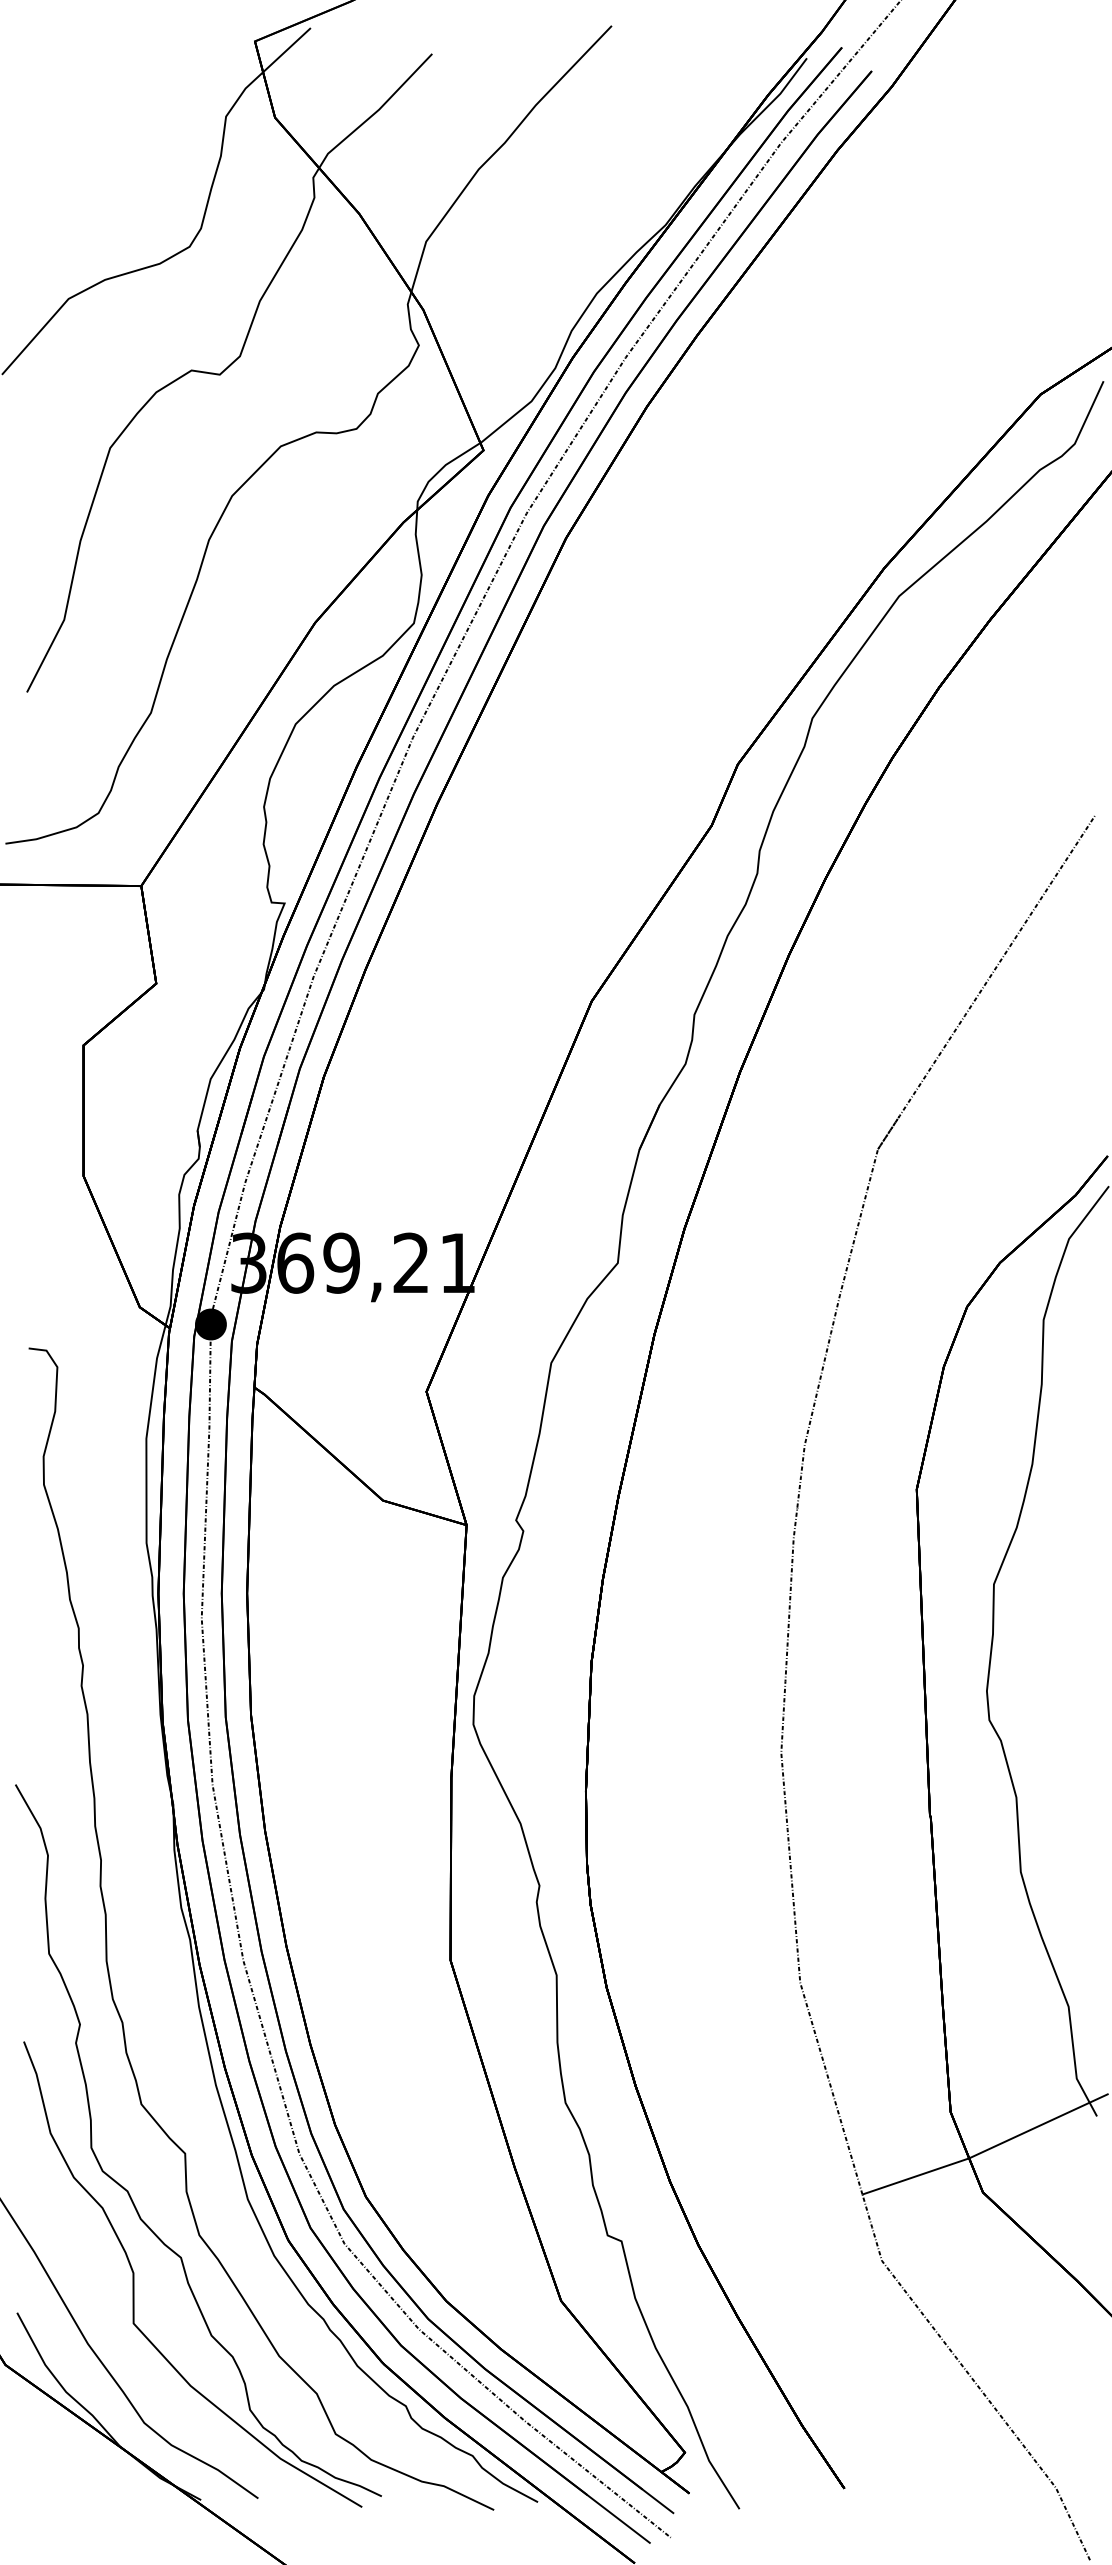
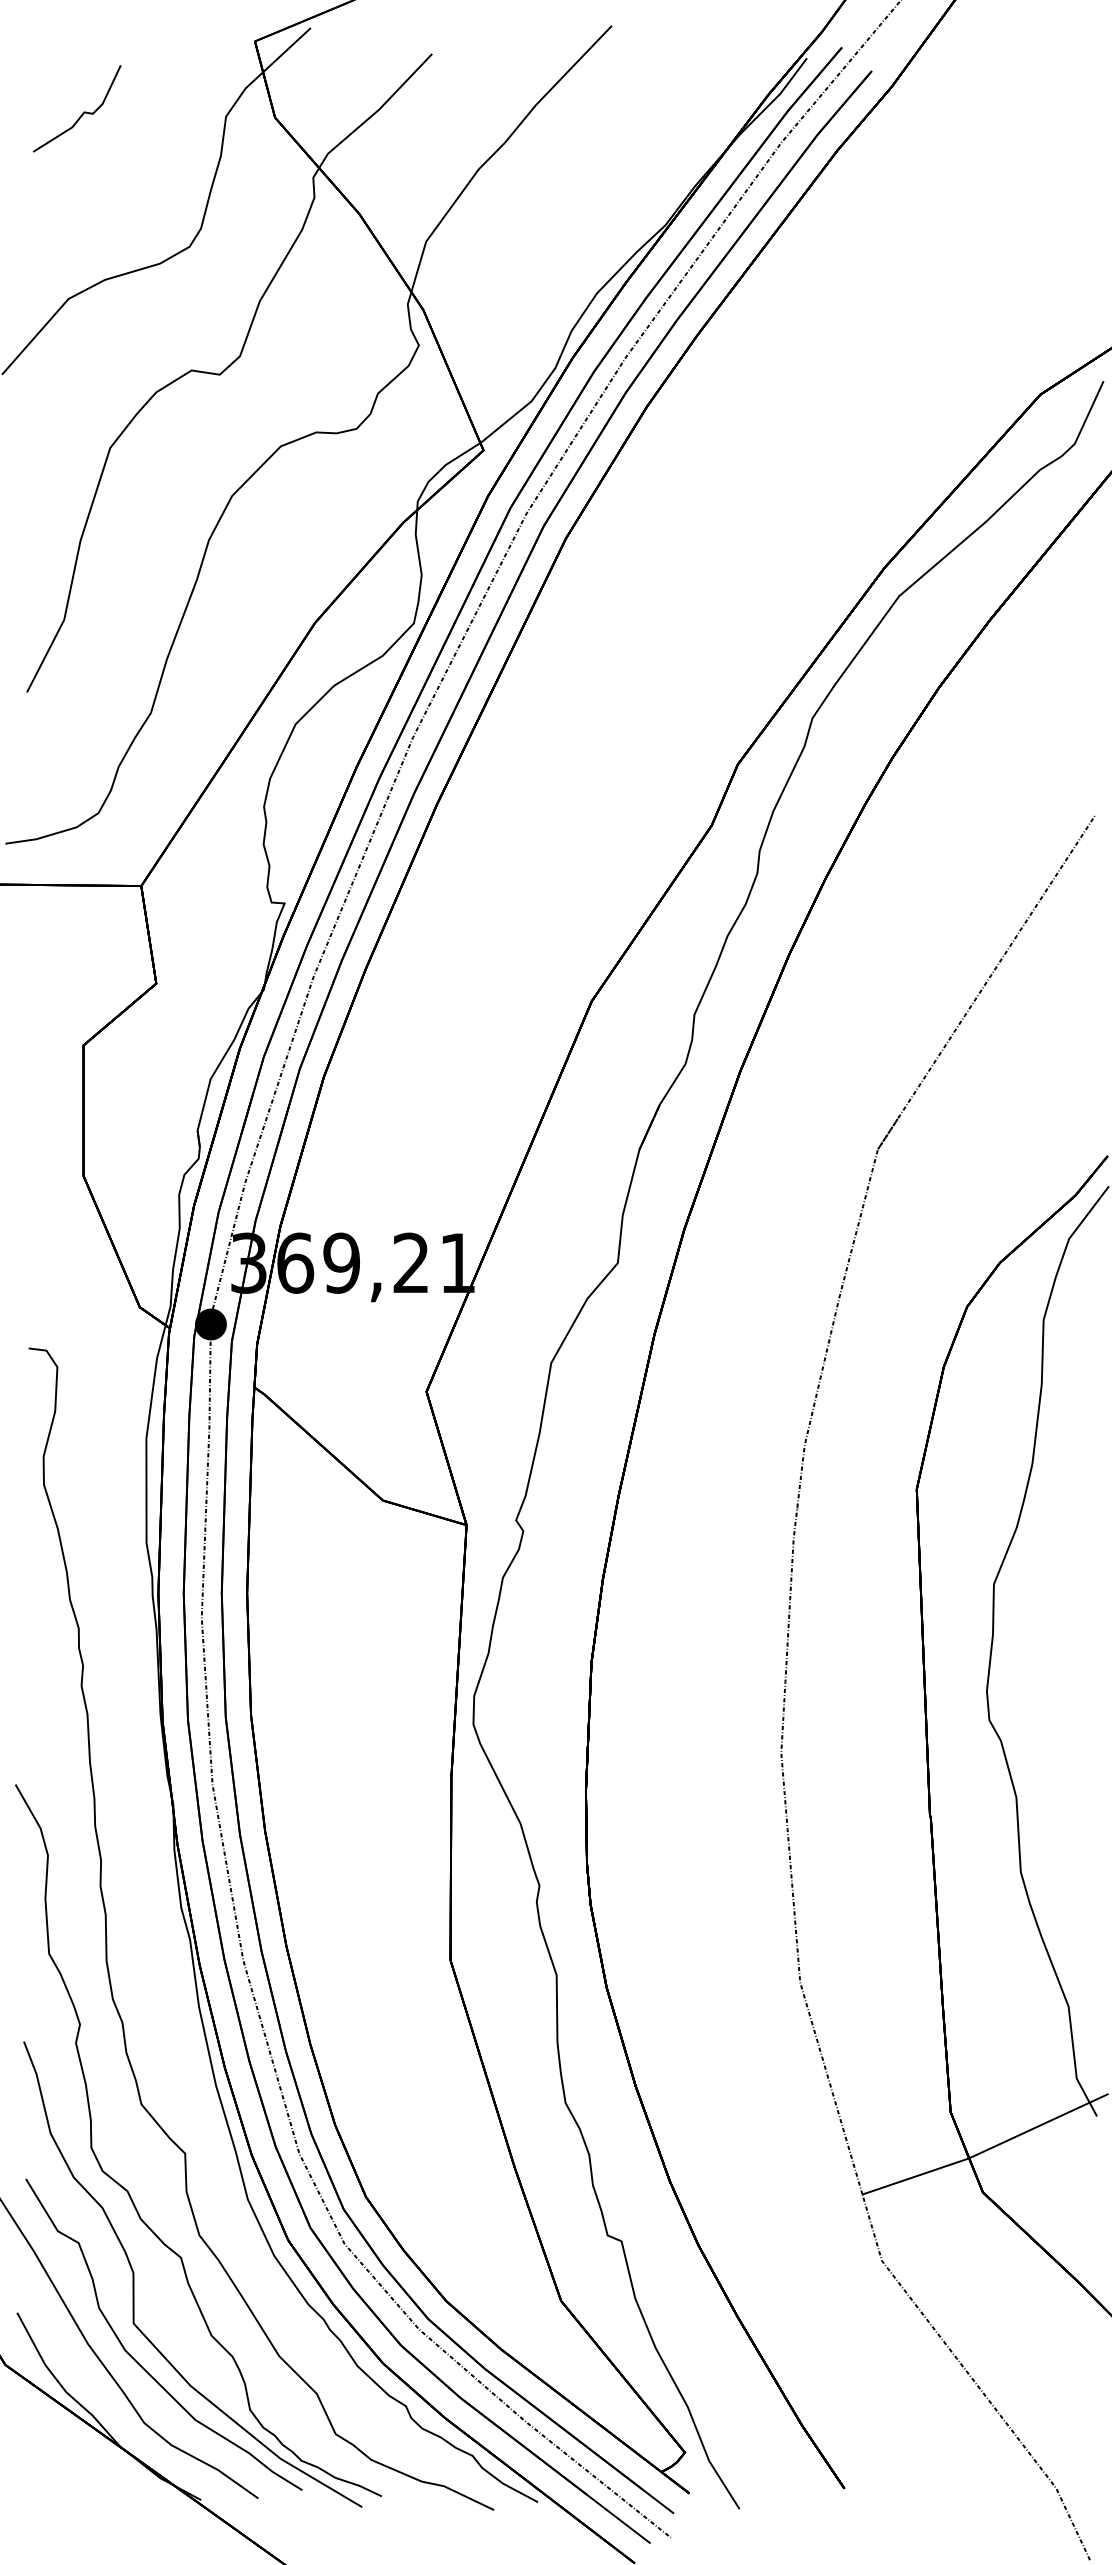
curve at (83, 111): none -> present
curve at (136, 2360): none -> present
